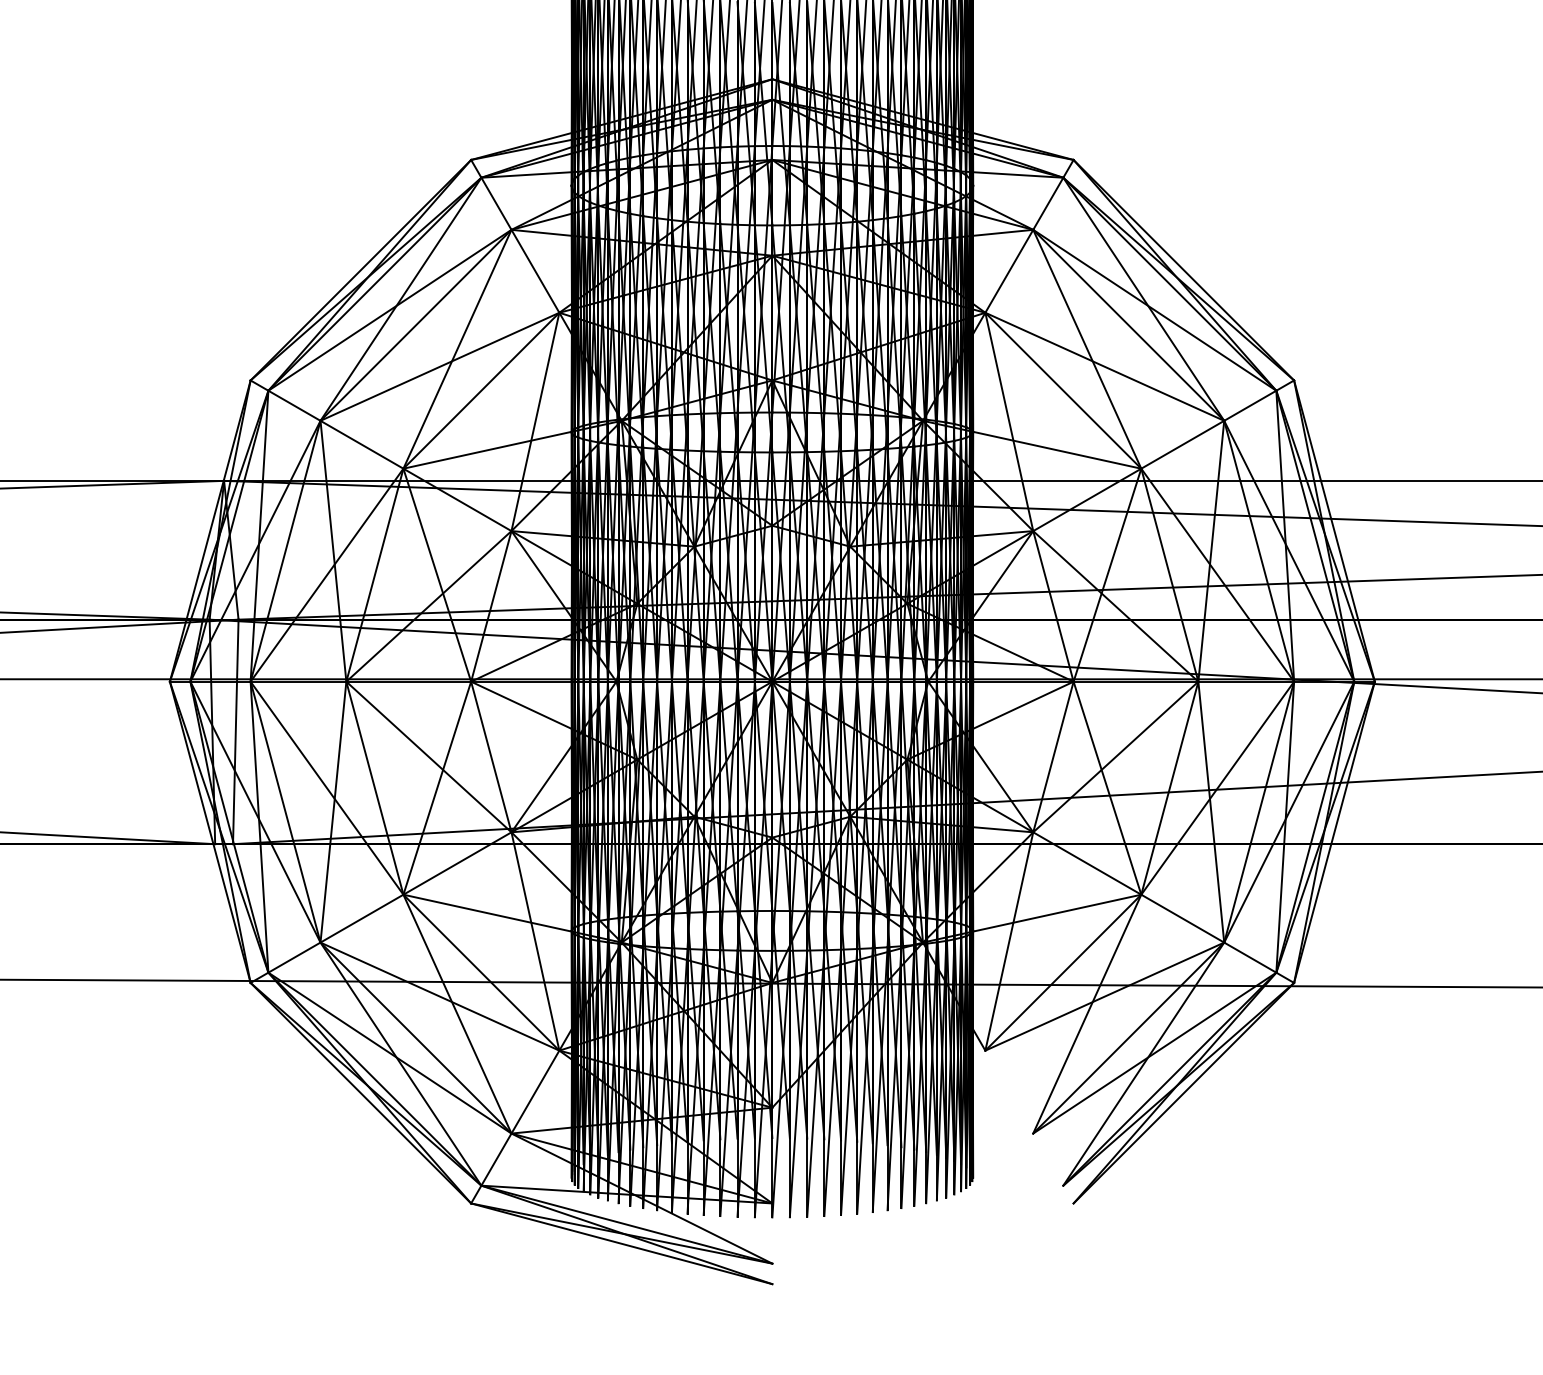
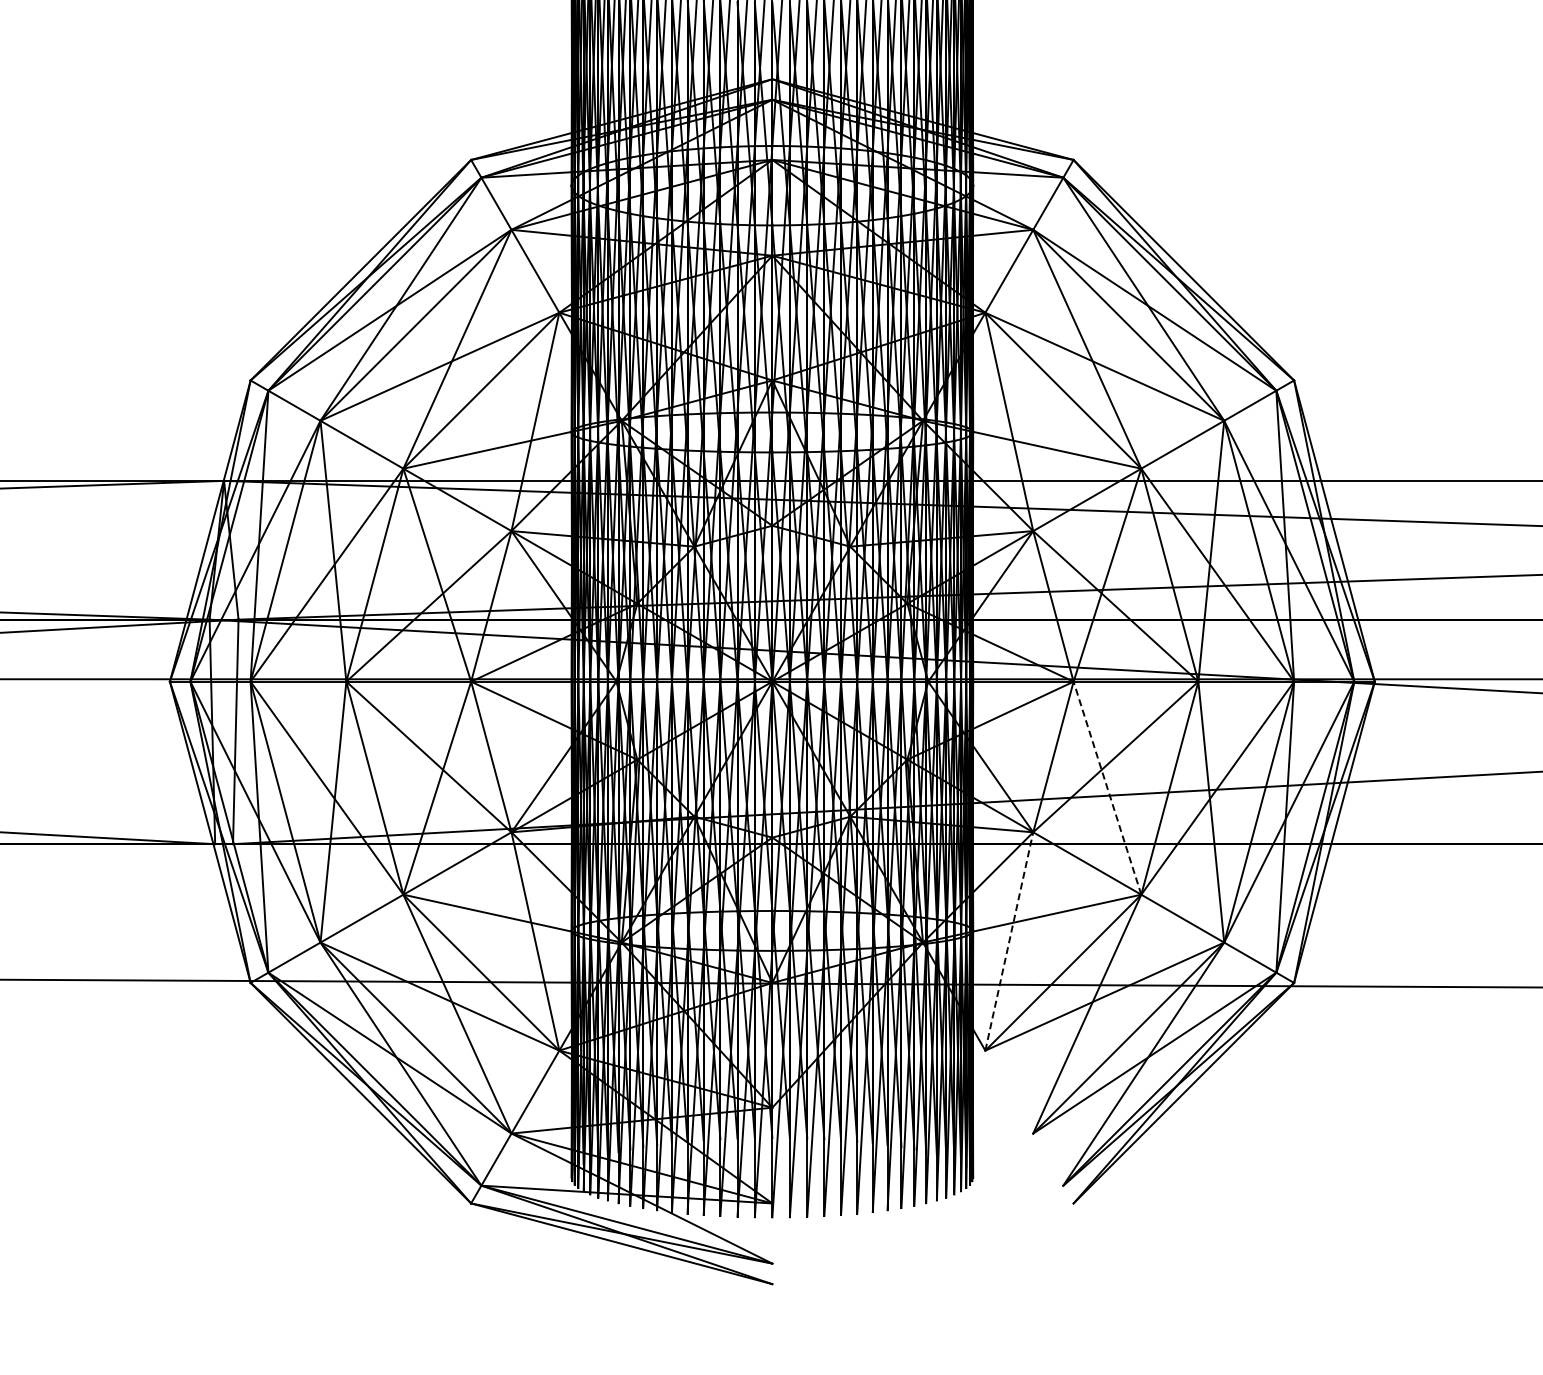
line at (1107, 788): solid -> dashed
line at (1009, 941): solid -> dashed
